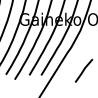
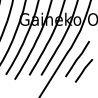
line at (77, 59): none -> present
